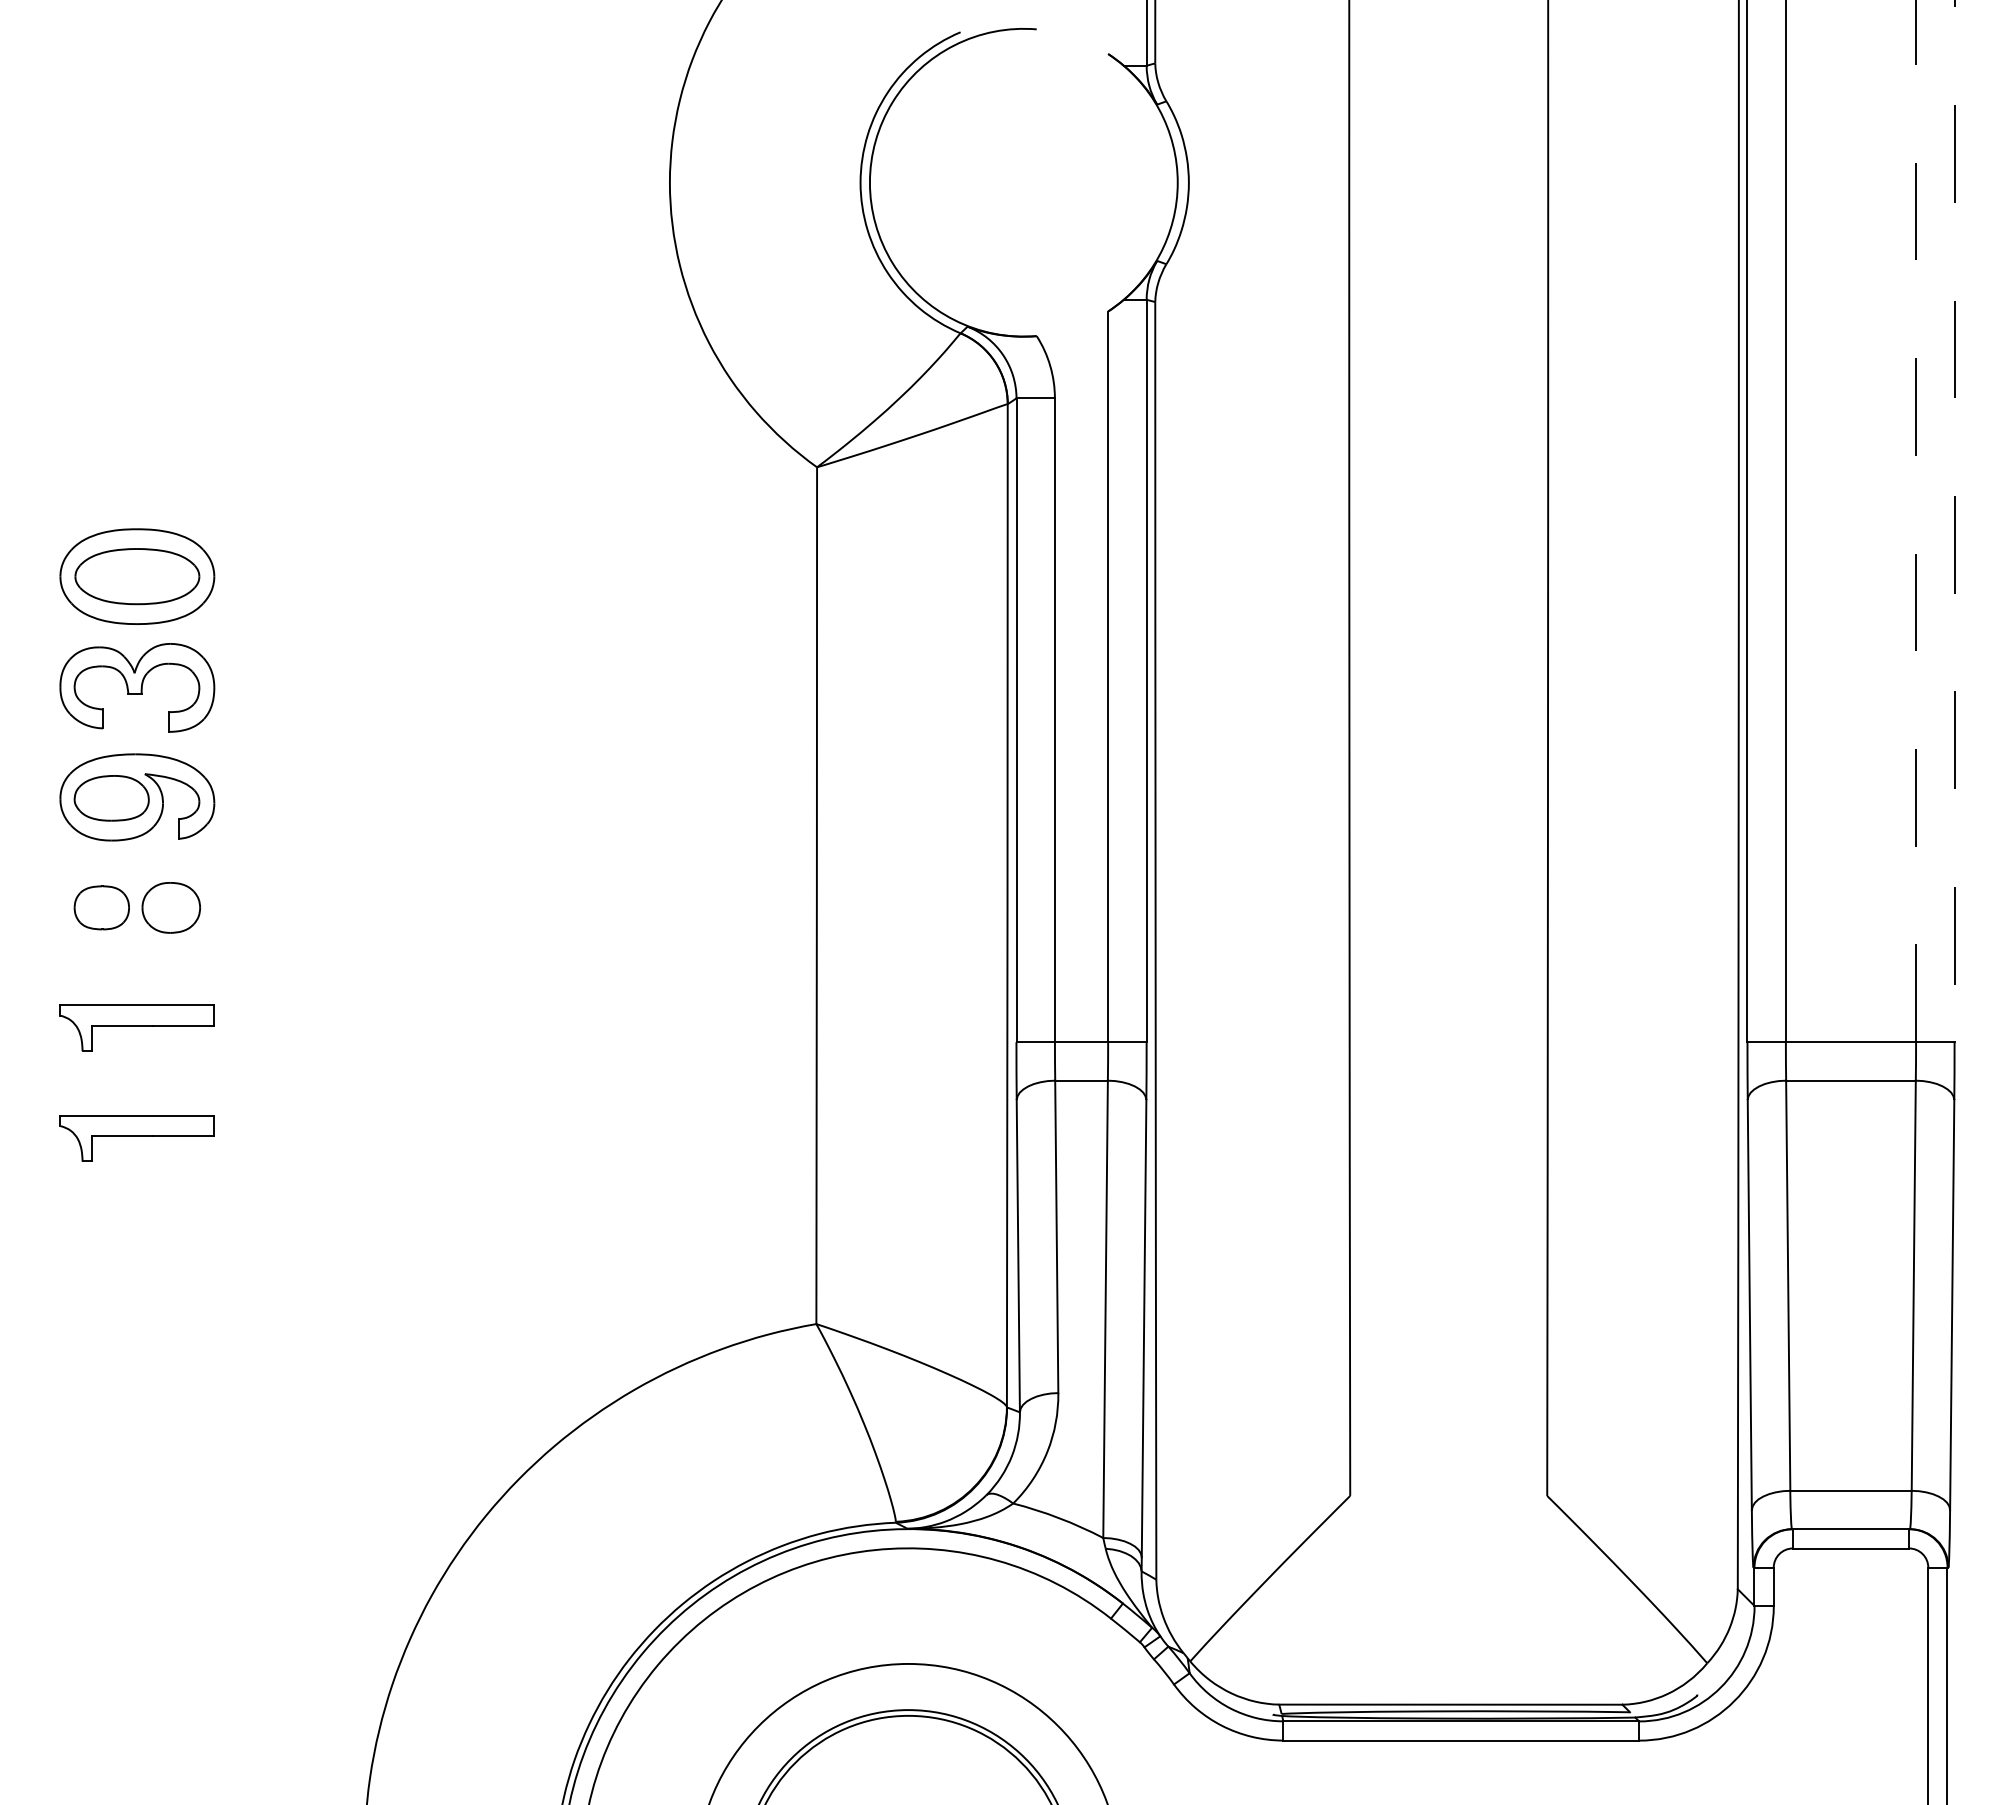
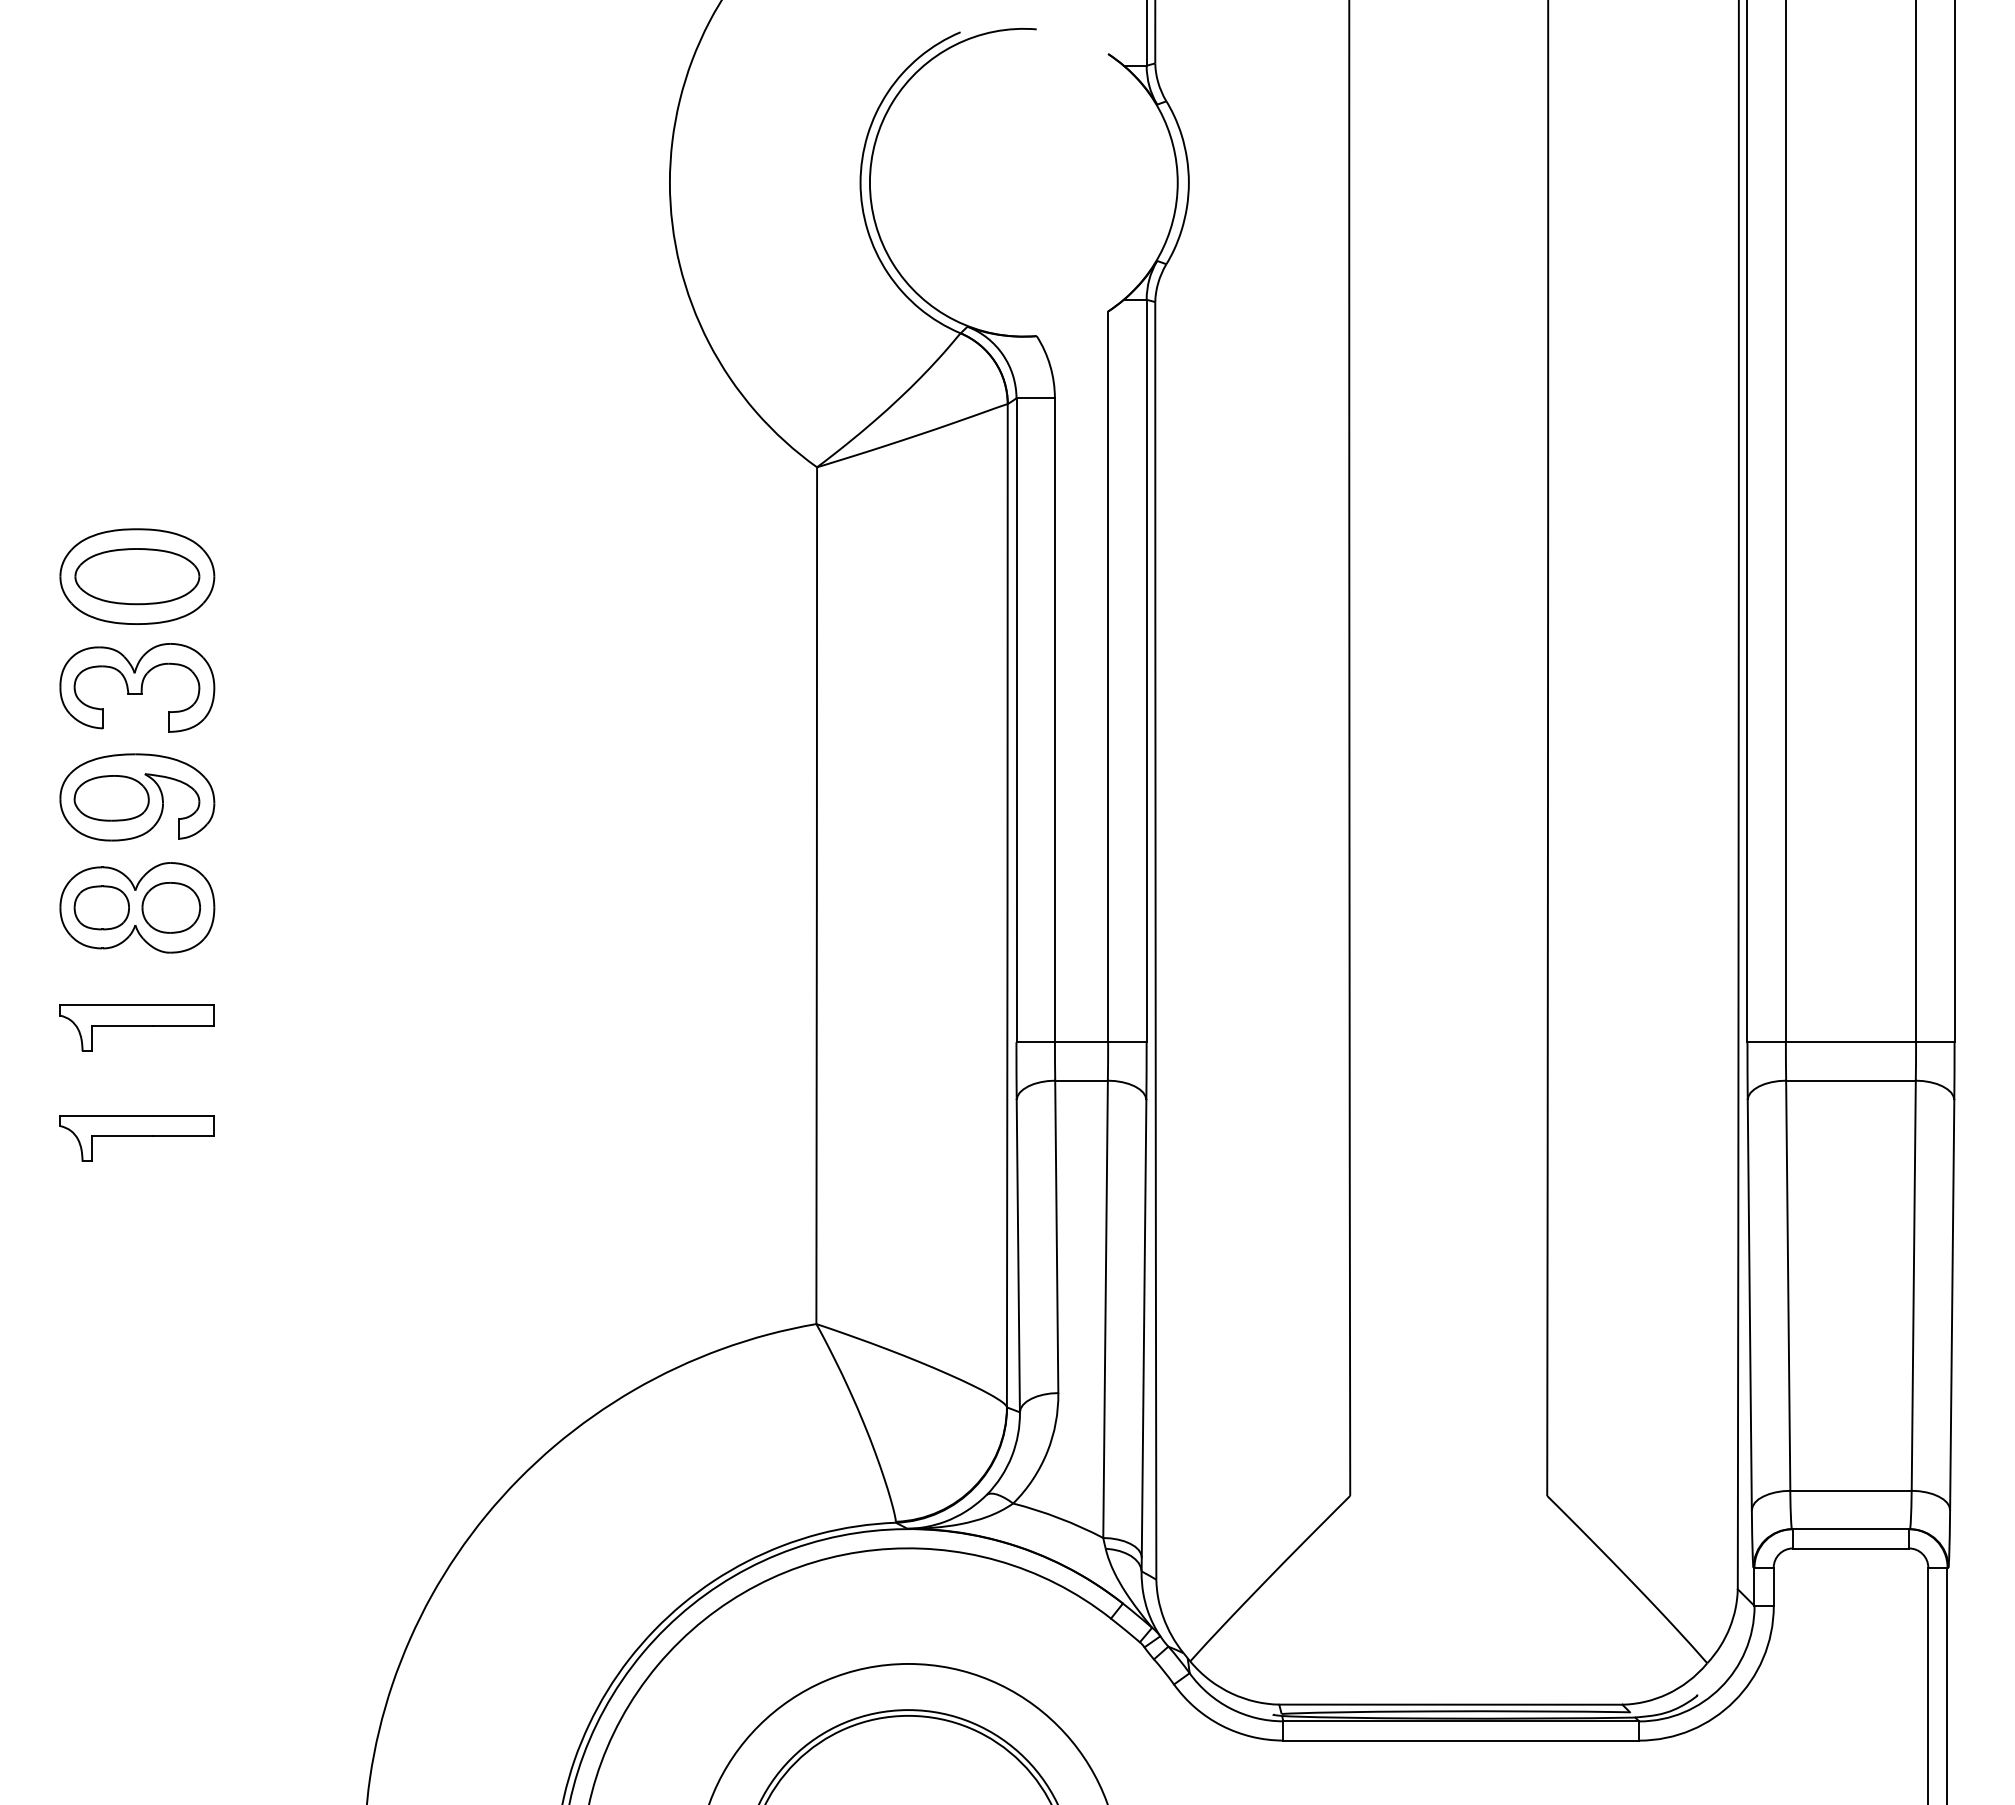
line at (1916, 521): dashed -> solid
line at (1954, 521): dashed -> solid
part at (137, 907): none -> present
